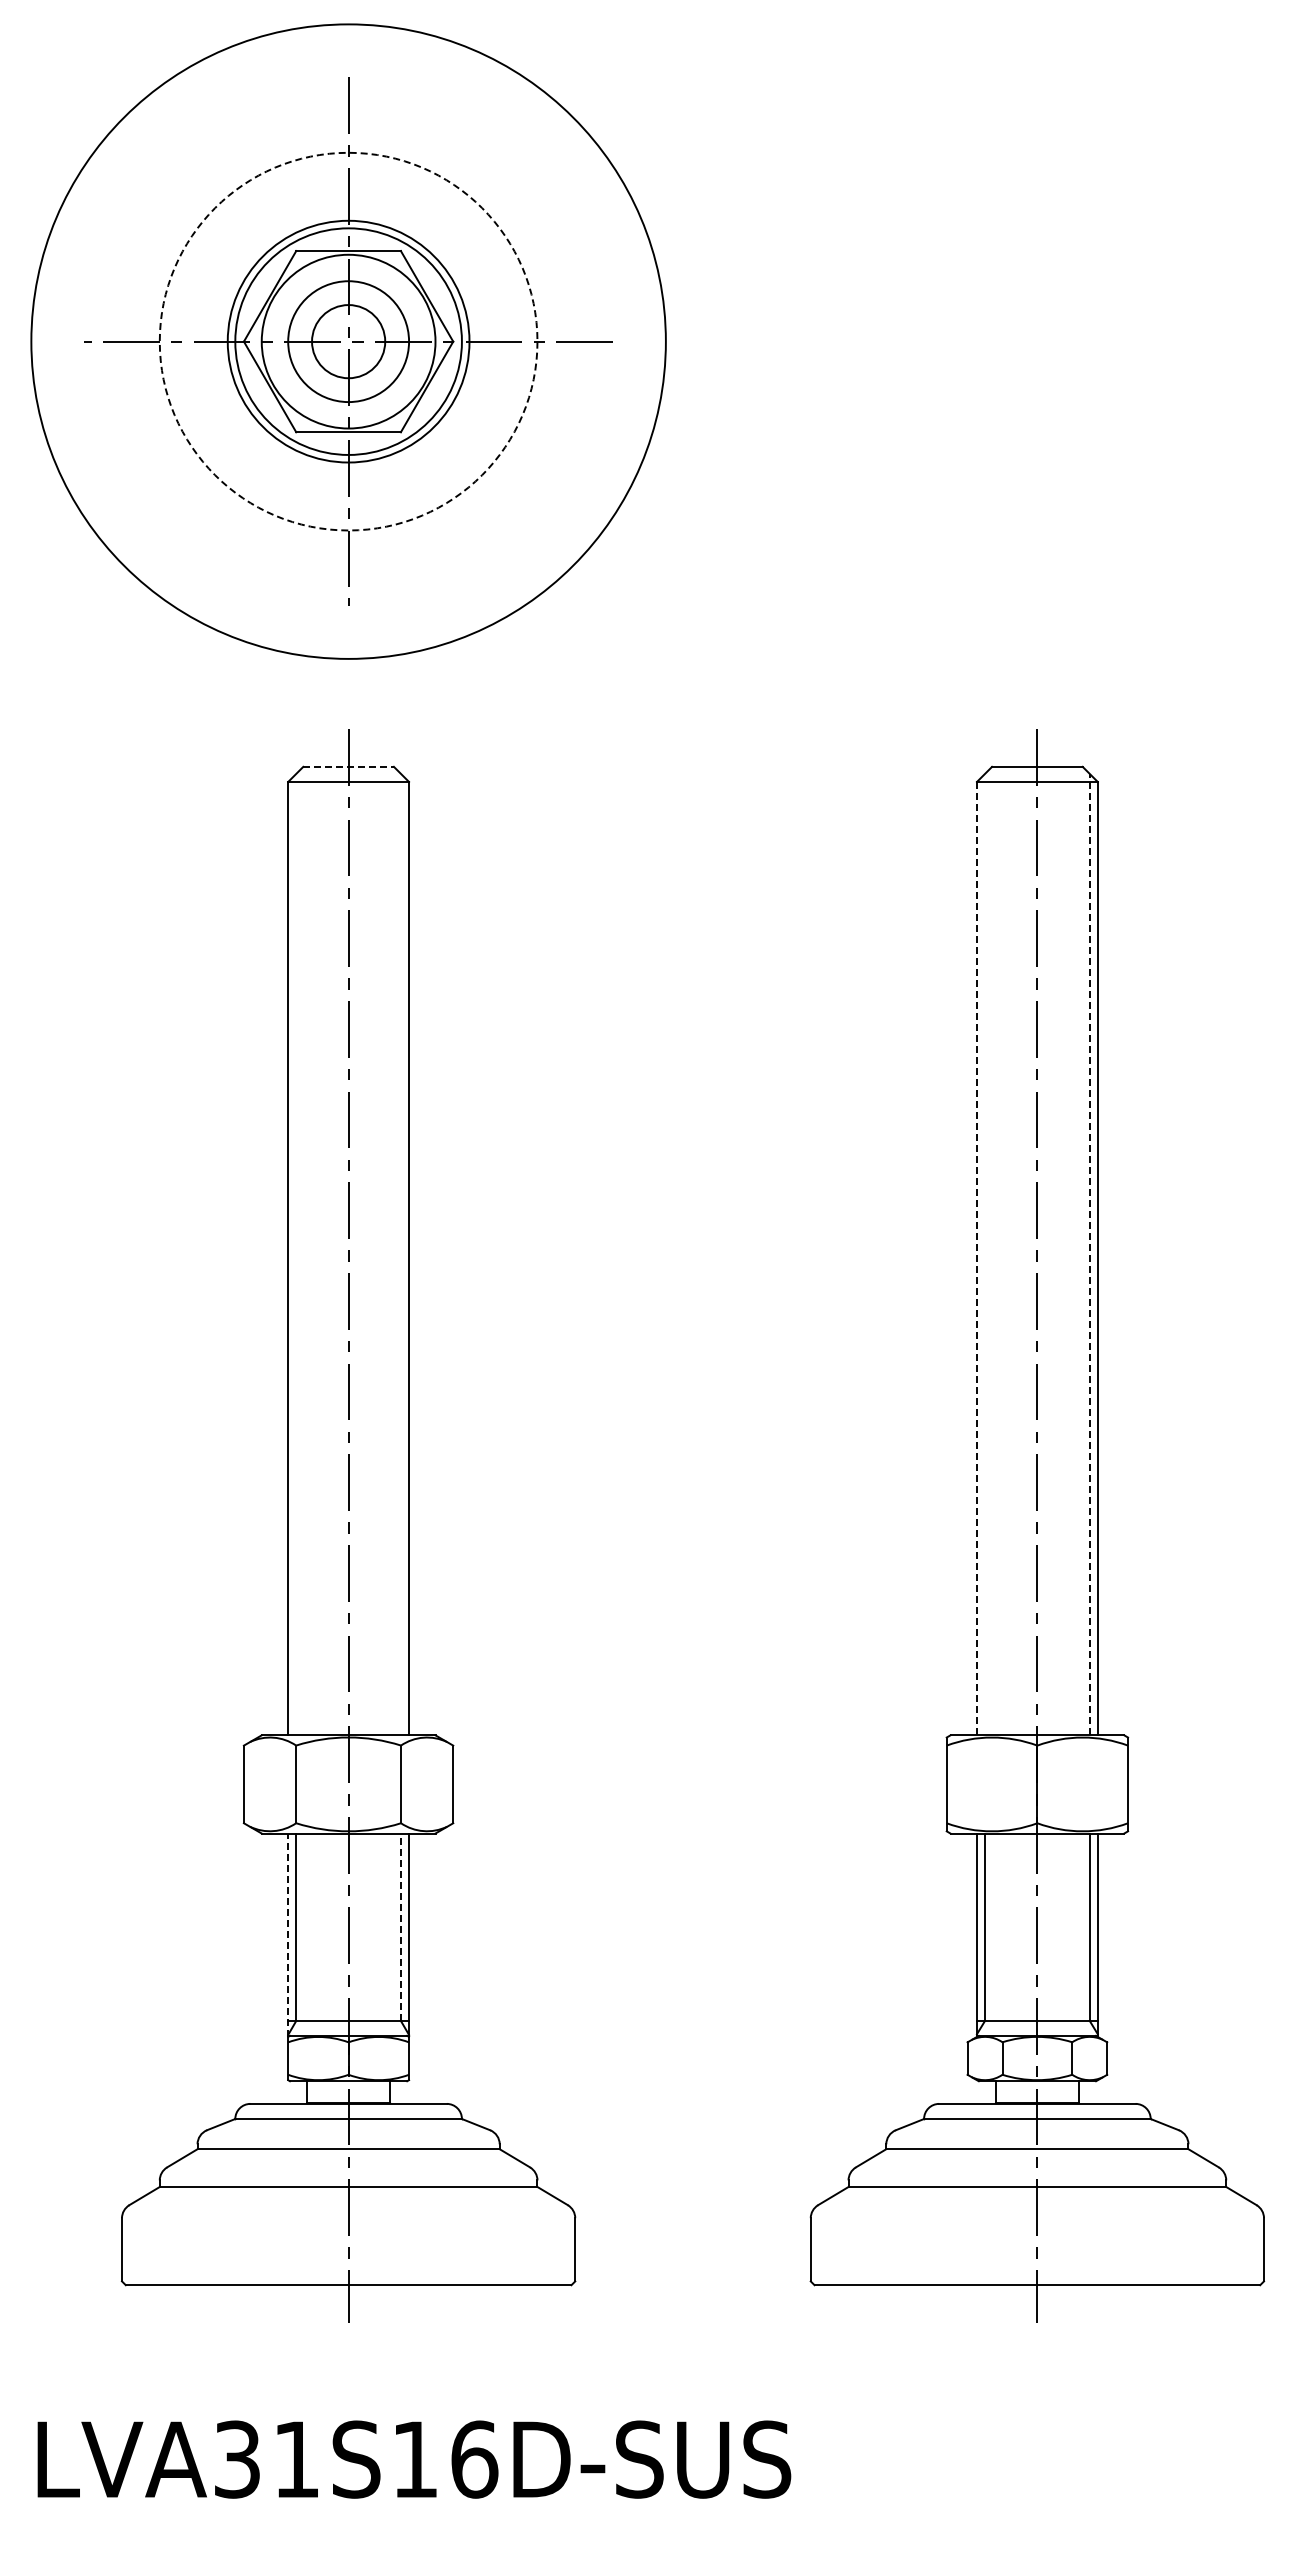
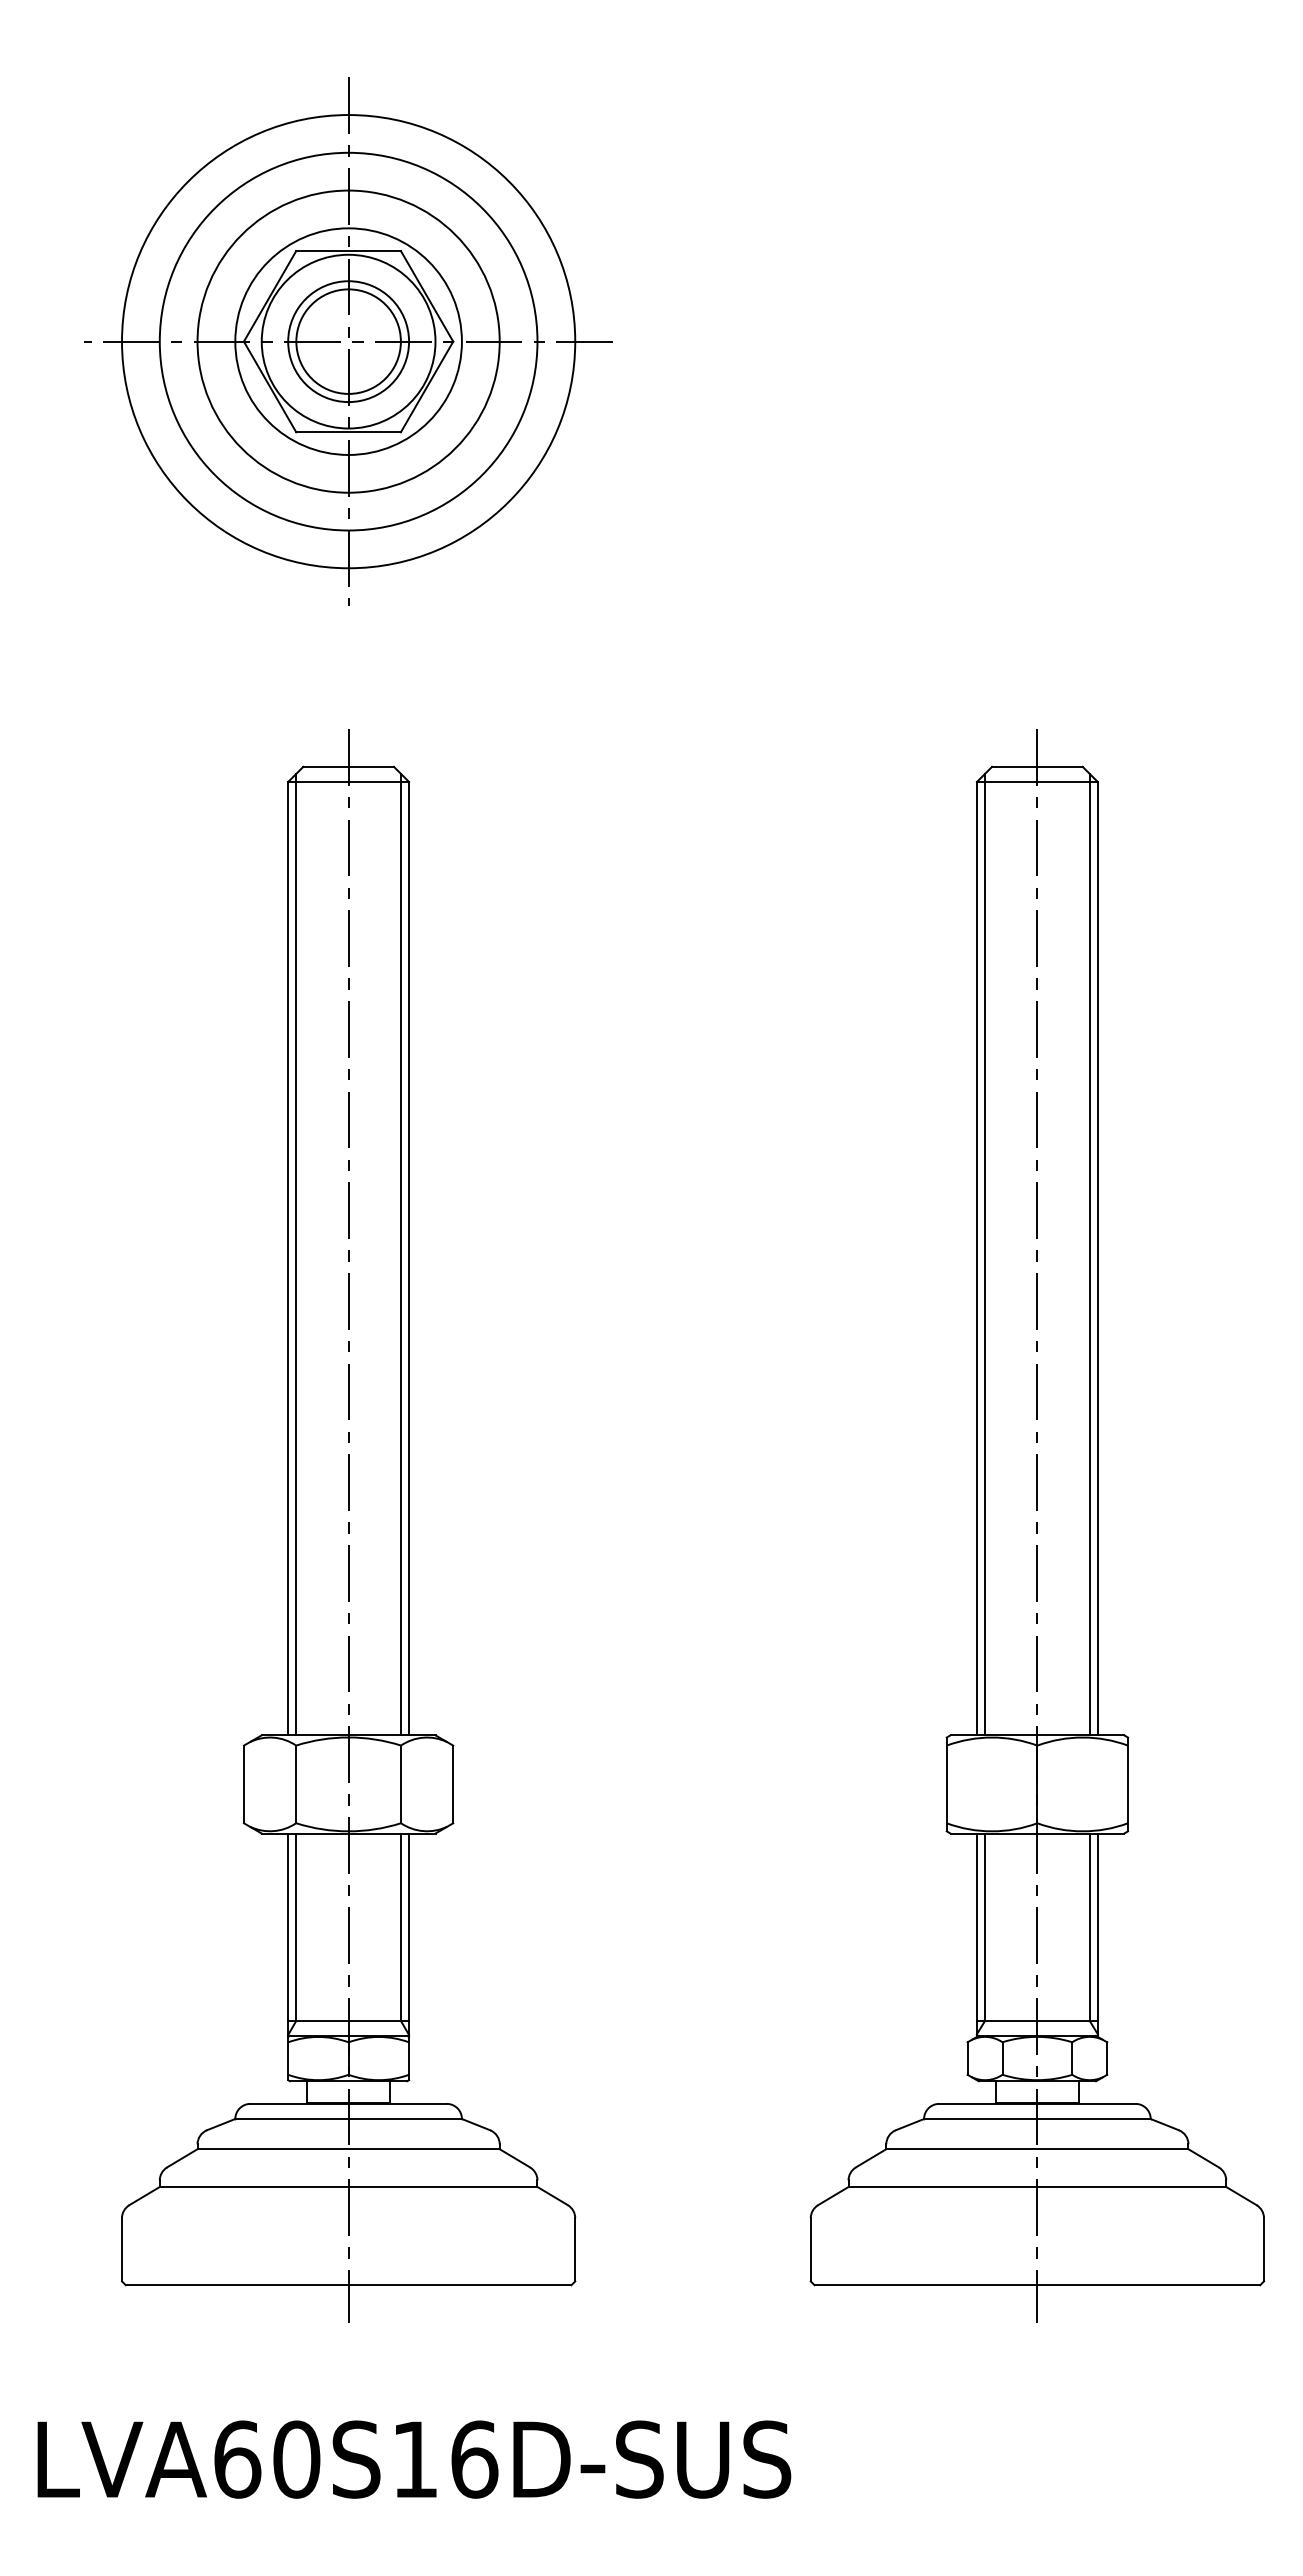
circle at (348, 341) diameter: 242 px -> 302 px
circle at (348, 341) diameter: 635 px -> 453 px
circle at (348, 341) diameter: 73 px -> 105 px
circle at (348, 341): dashed -> solid
line at (349, 766): dashed -> solid
line at (296, 1254): none -> present
line at (400, 1254): none -> present
line at (985, 1254): none -> present
line at (1089, 1254): dashed -> solid
line at (976, 1258): dashed -> solid
line at (400, 1927): dashed -> solid
line at (288, 1935): dashed -> solid
text at (267, 2459): LVA31S16D-SUS -> LVA60S16D-SUS
